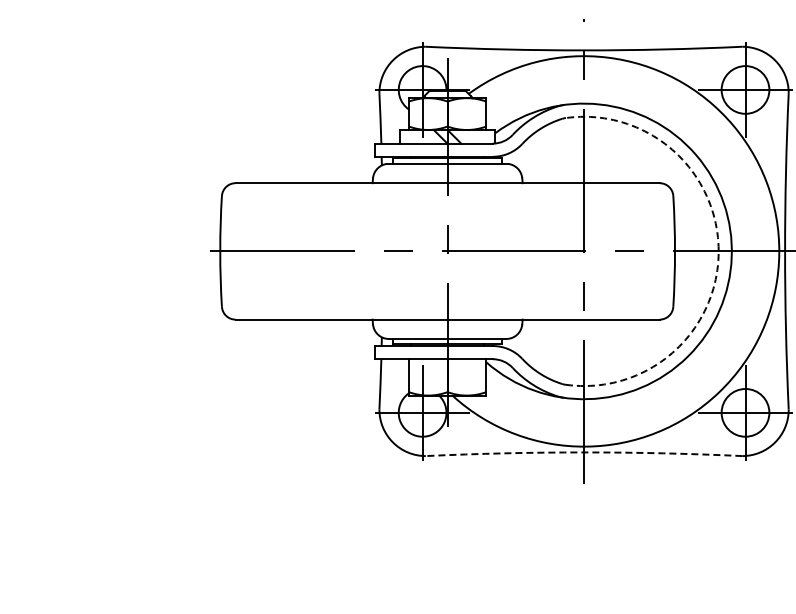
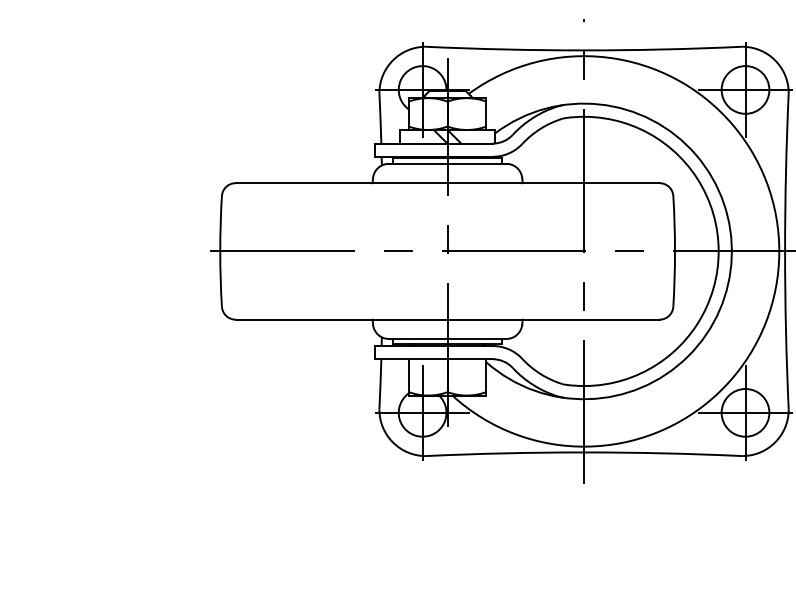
arc at (718, 251): dashed -> solid
arc at (584, 452): dashed -> solid
